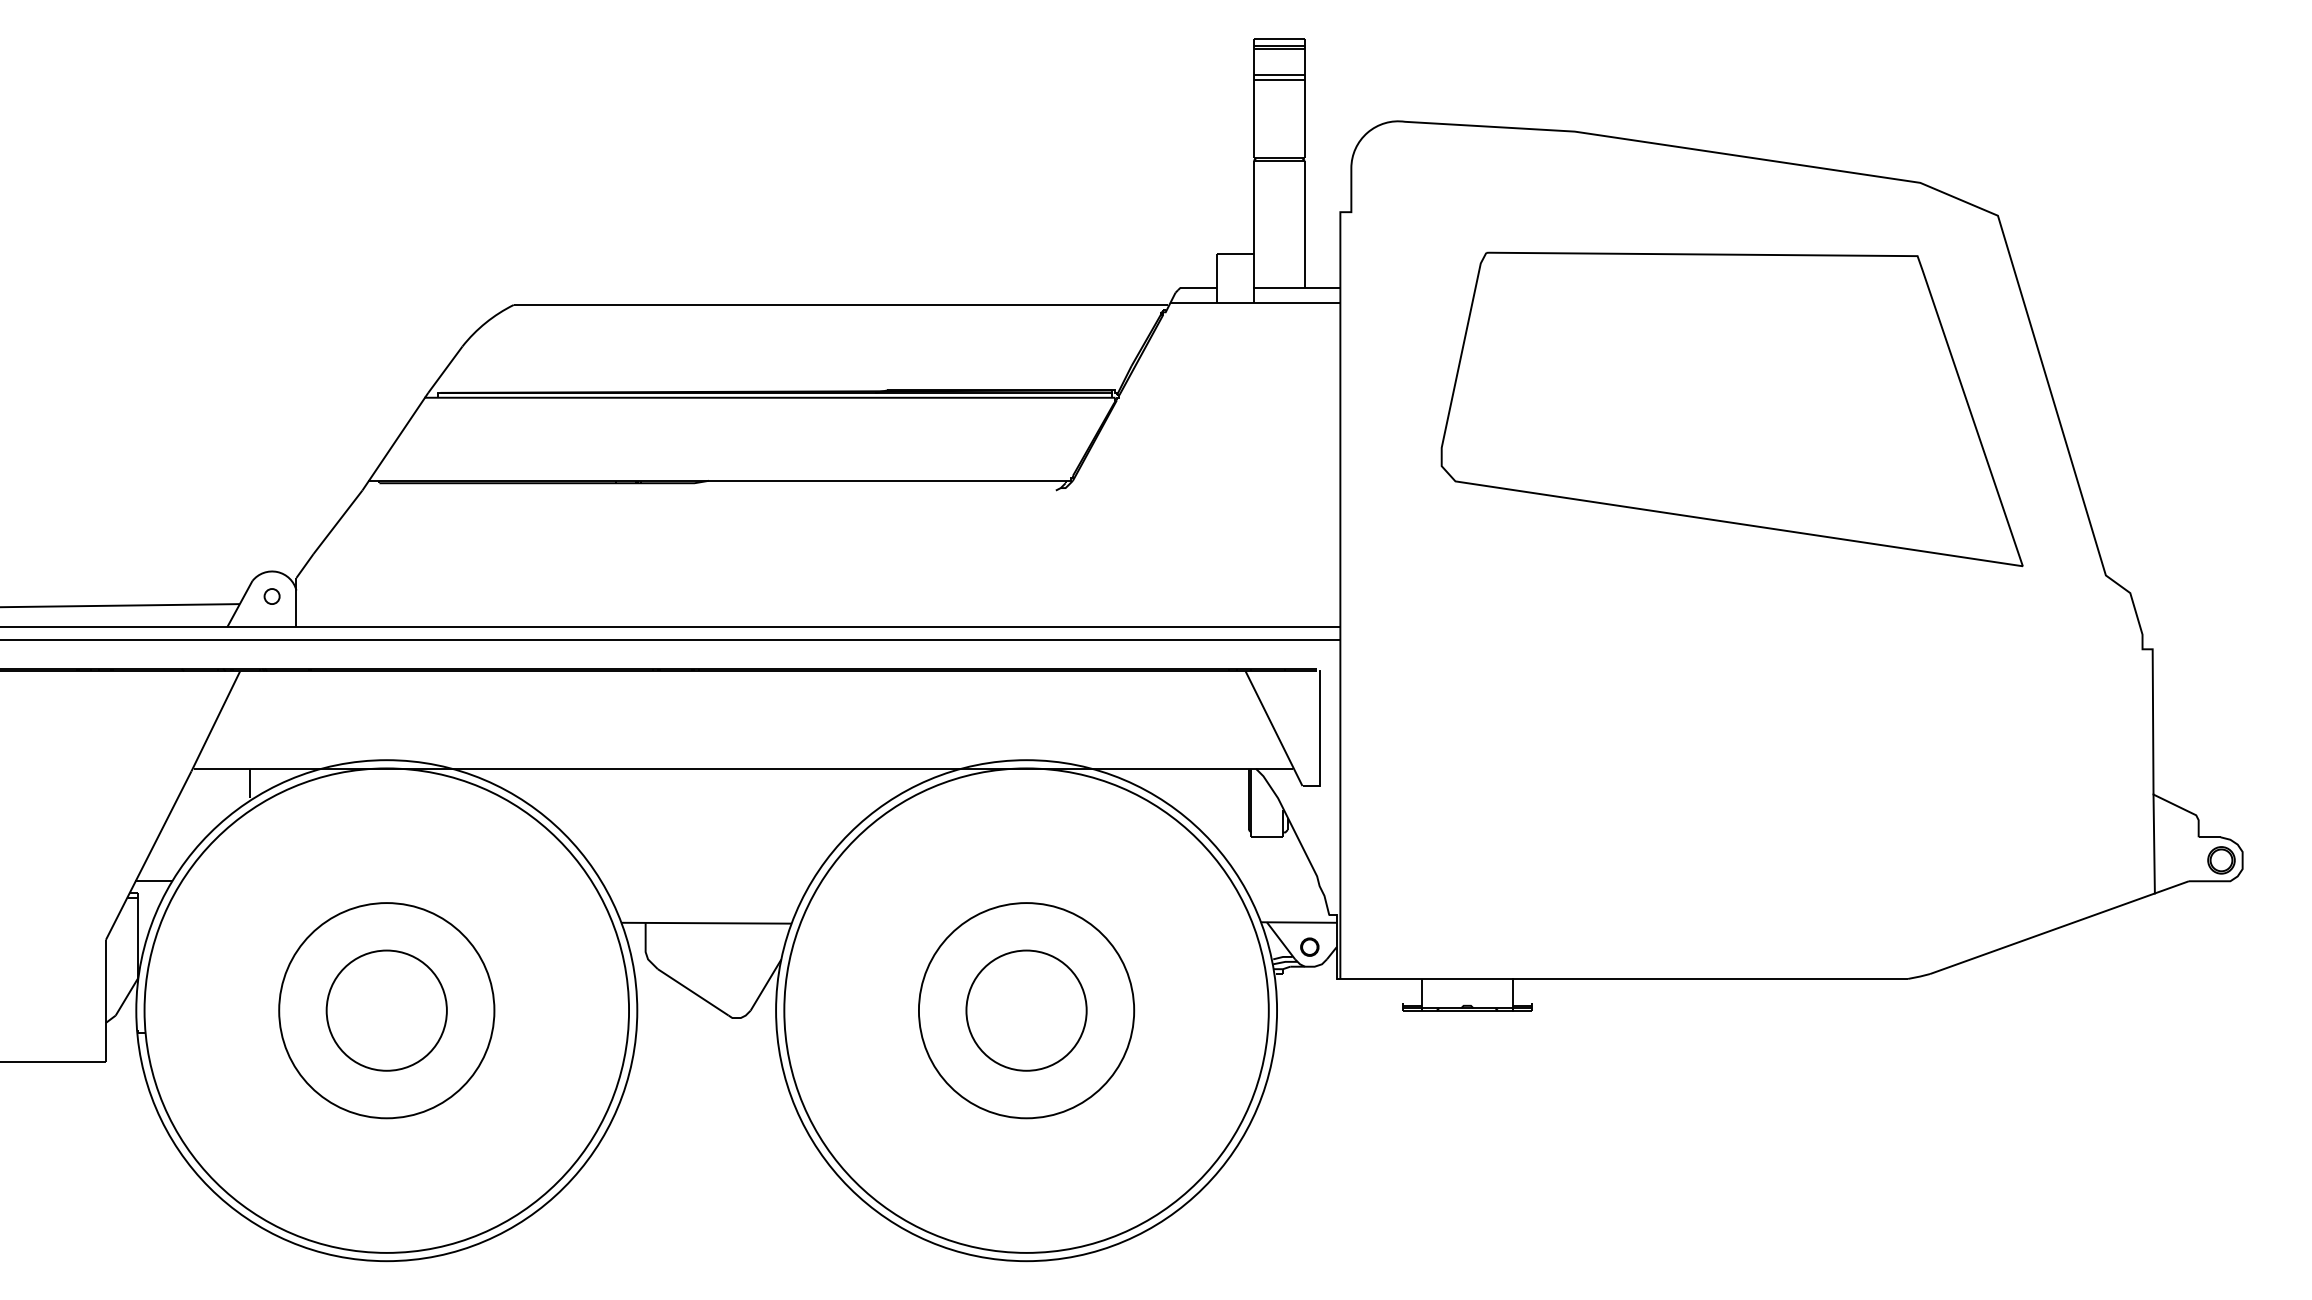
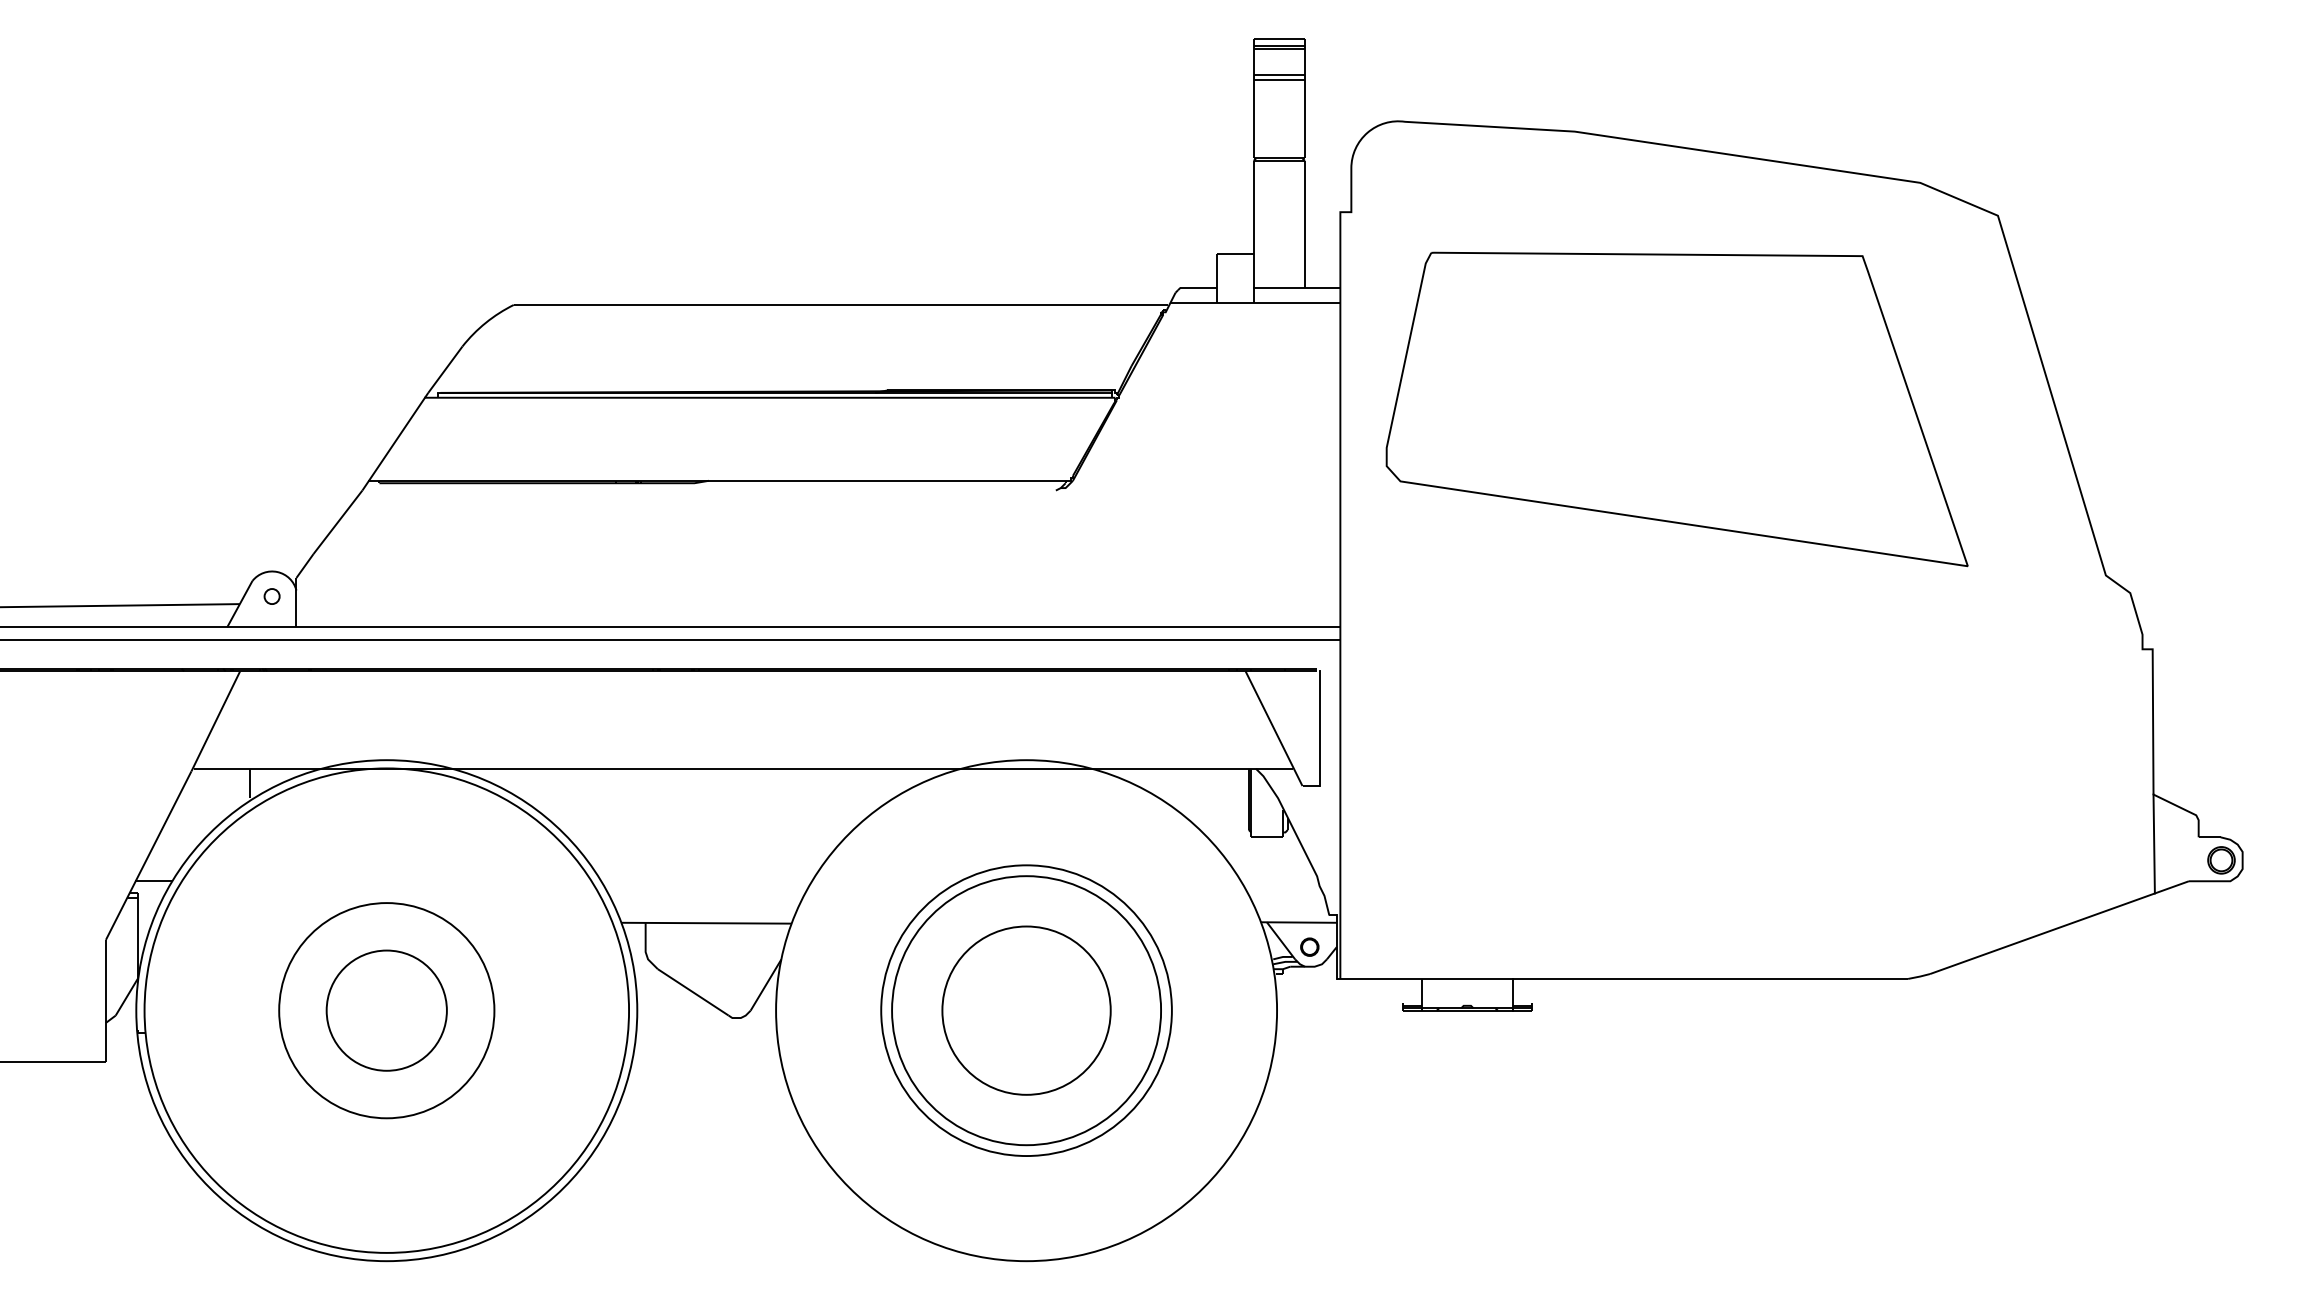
part at (1731, 409) position: (1731, 409) -> (1676, 409)
circle at (1026, 1010) diameter: 120 px -> 168 px
circle at (1026, 1010) diameter: 215 px -> 269 px
circle at (1026, 1010) diameter: 484 px -> 291 px
